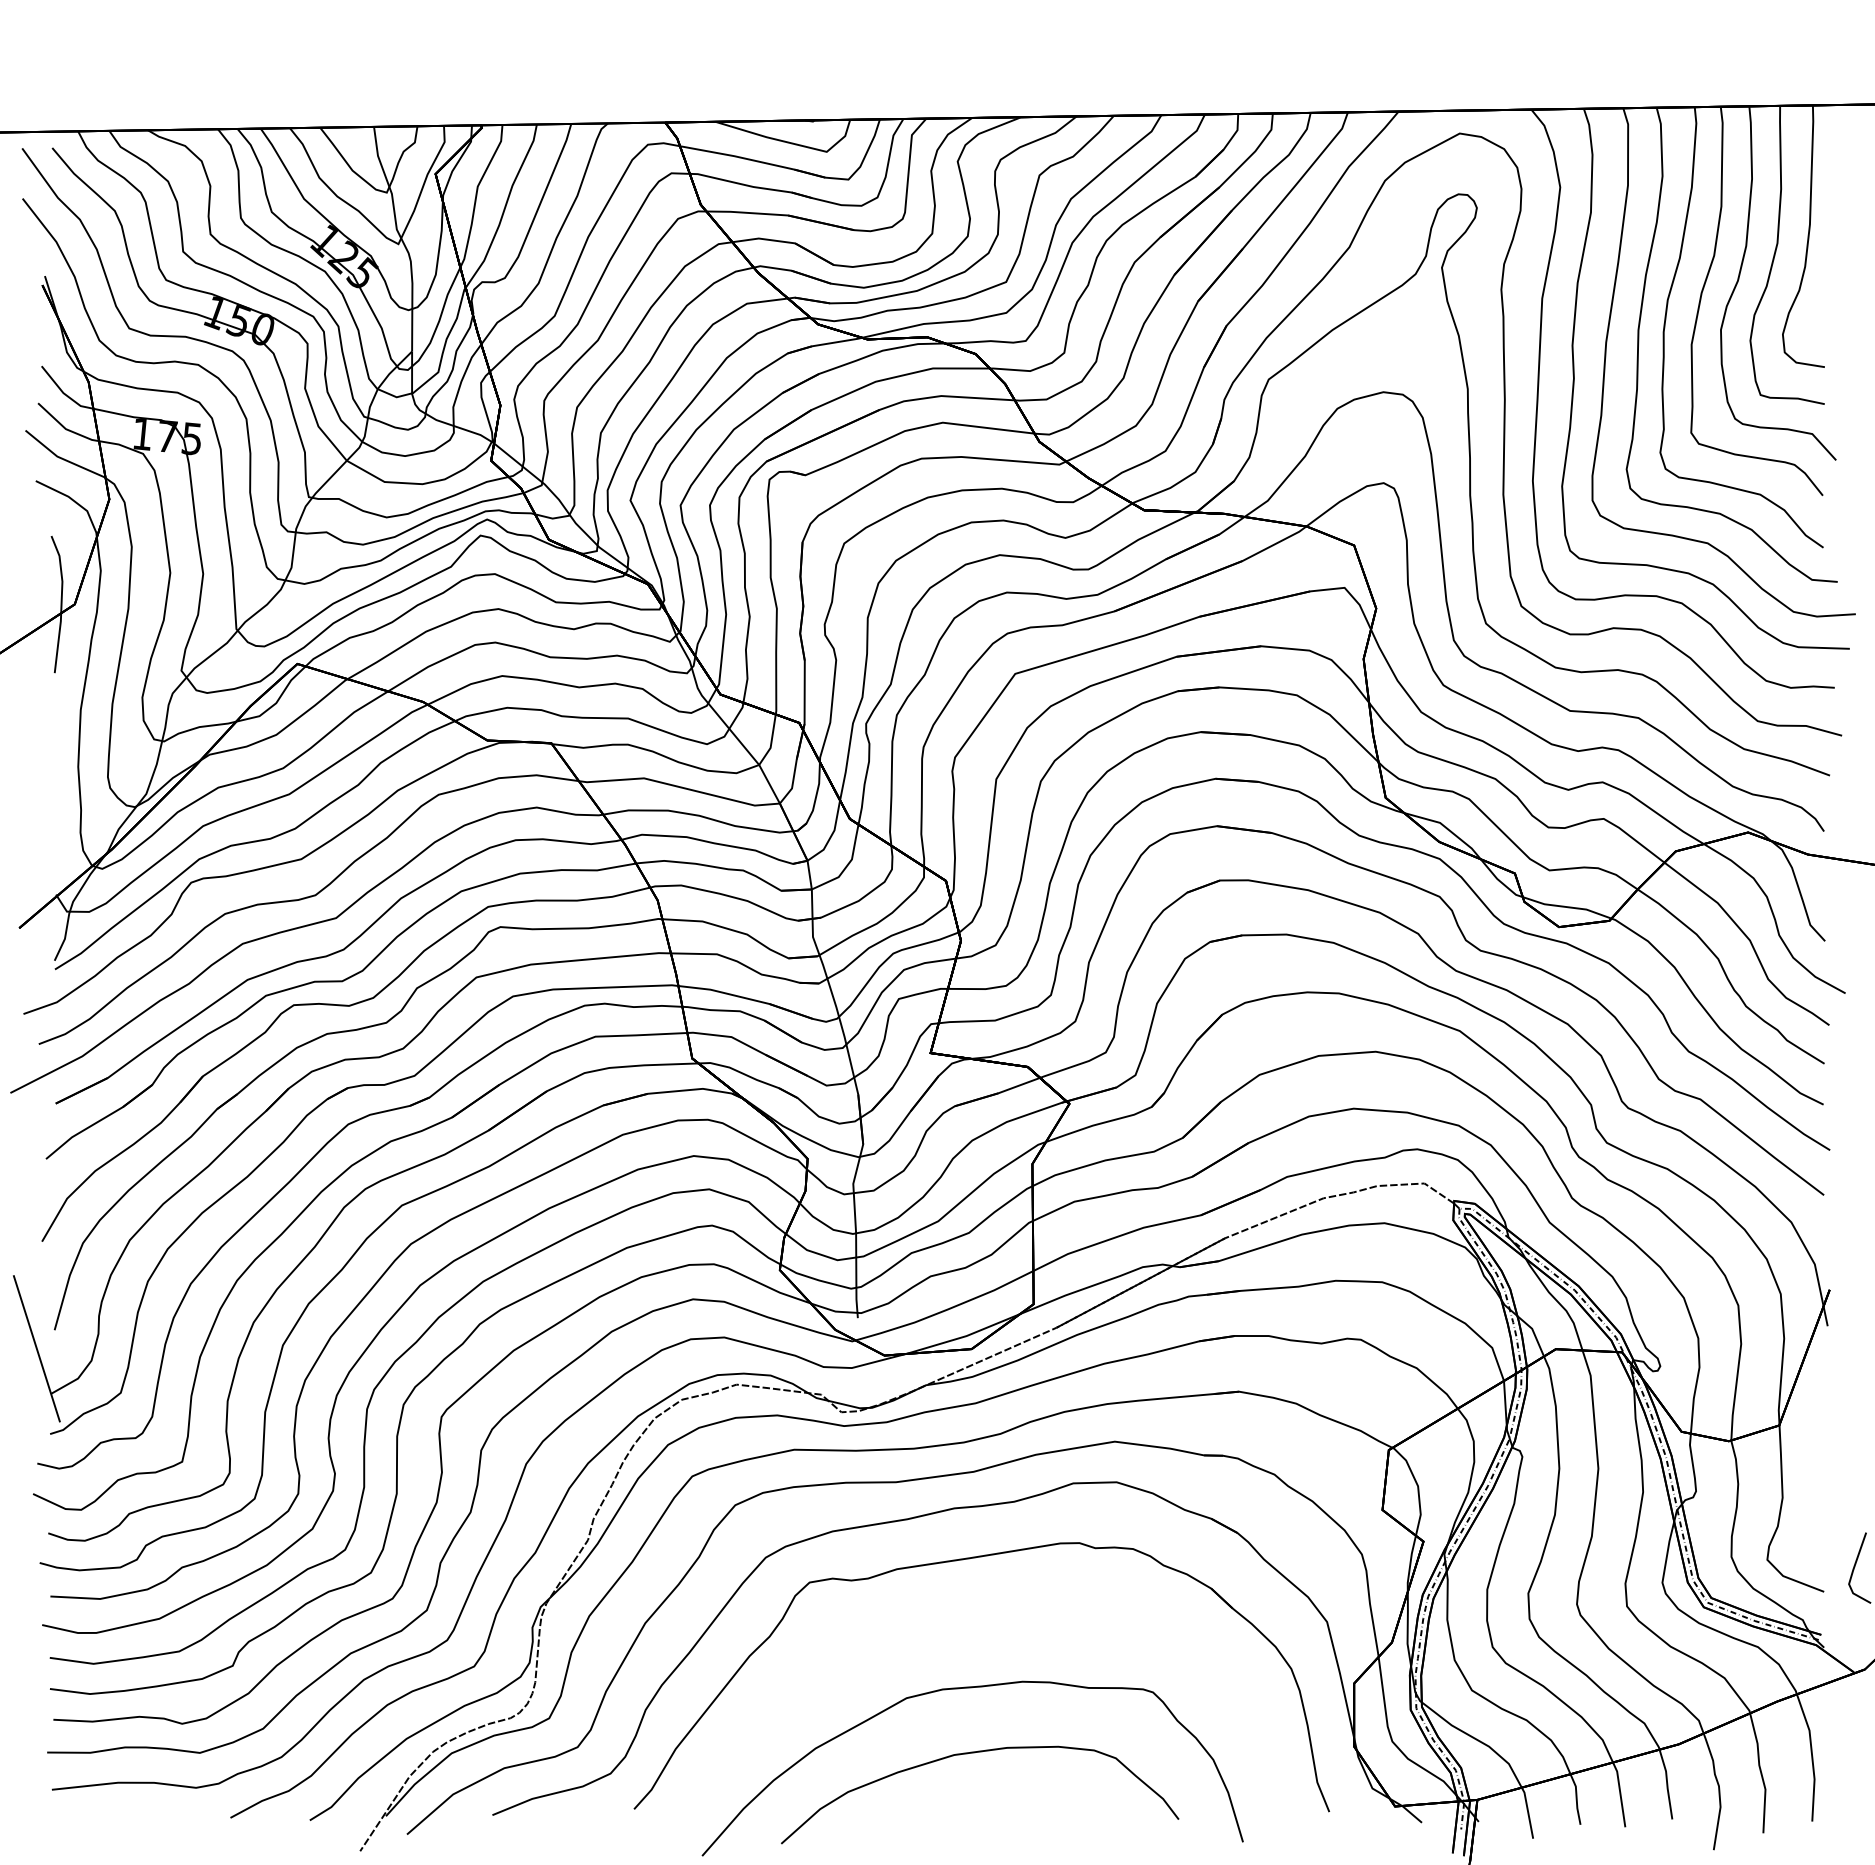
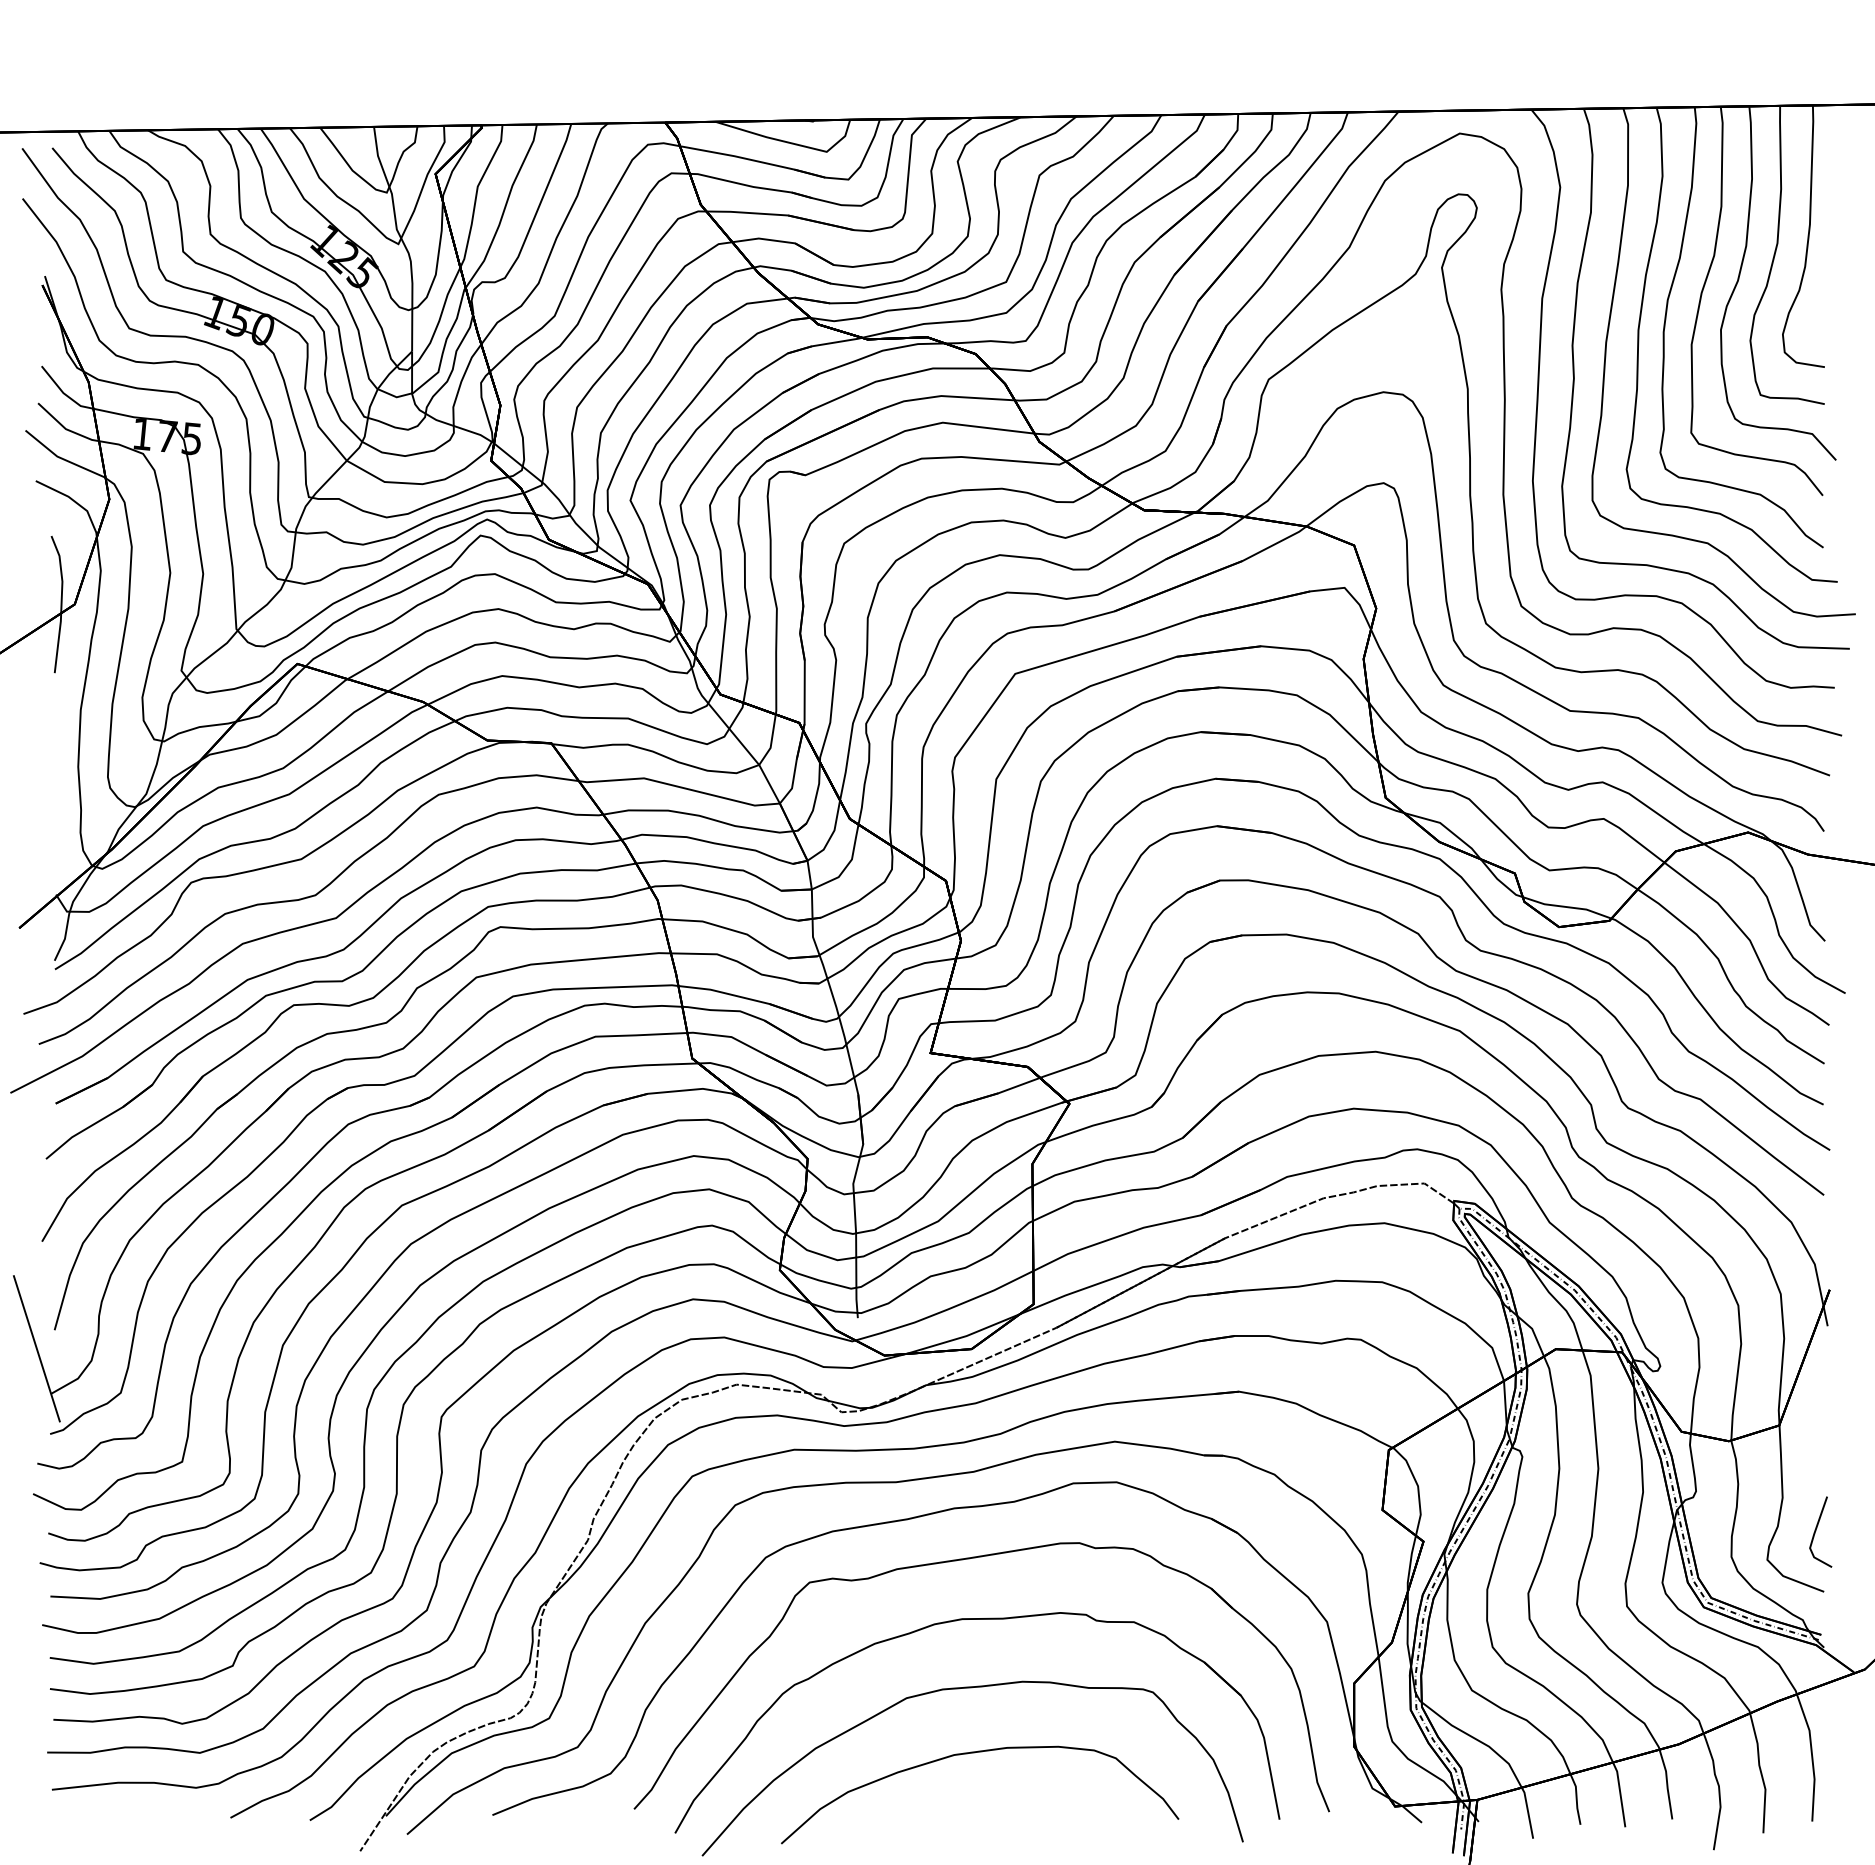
line at (1855, 1567) position: (1855, 1567) -> (1816, 1531)
part at (977, 1619): none -> present
